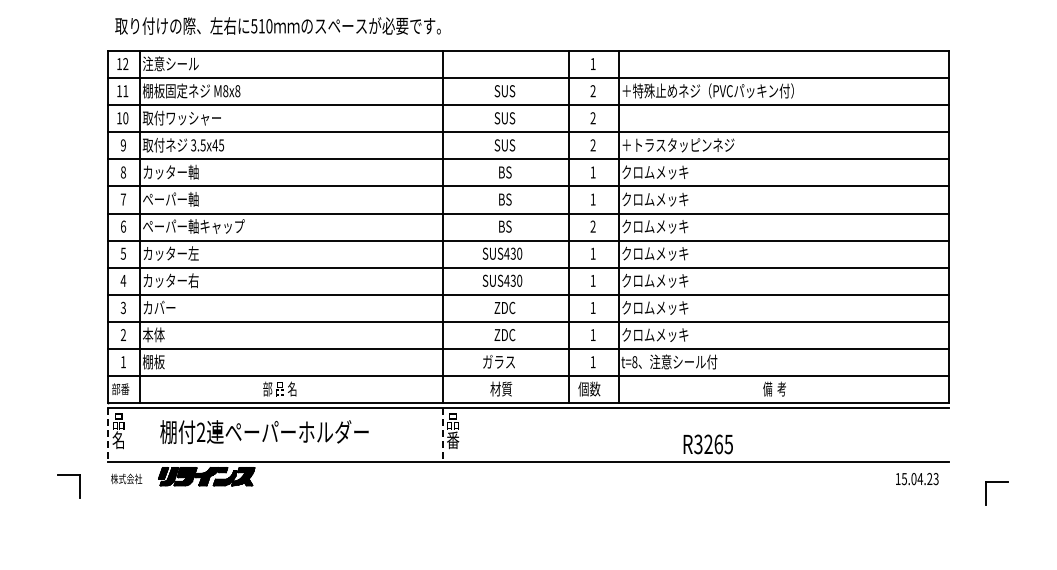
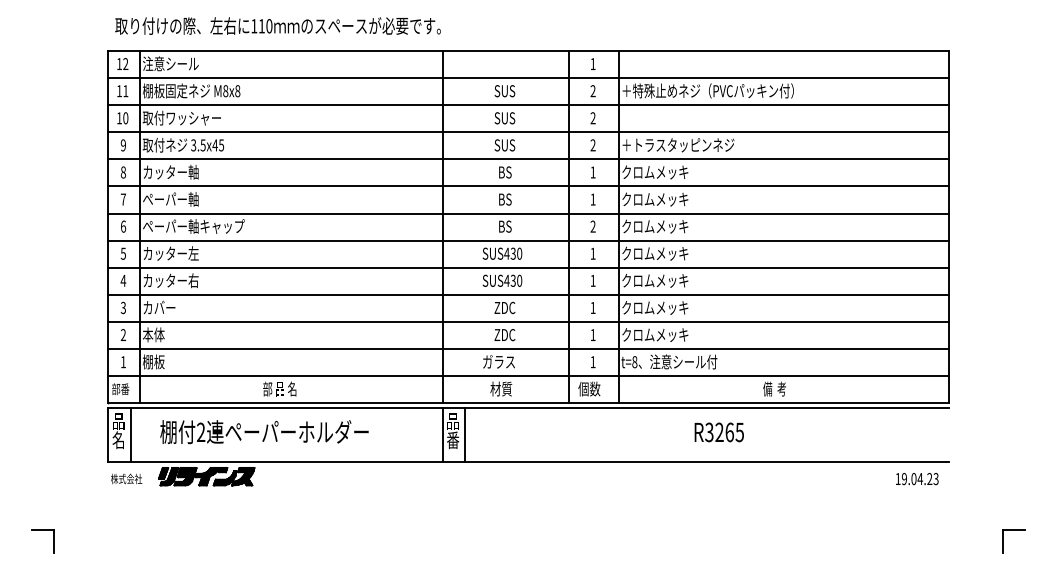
text at (254, 26): 510 -> 110
line at (131, 434): none -> present
line at (465, 434): none -> present
line at (108, 435): dashed -> solid
line at (442, 435): dashed -> solid
text at (707, 444) position: (707, 444) -> (718, 432)
part at (68, 475) position: (68, 475) -> (42, 530)
text at (903, 478): 15.04.23 -> 19.04.23
part at (986, 493) position: (986, 493) -> (1003, 541)
